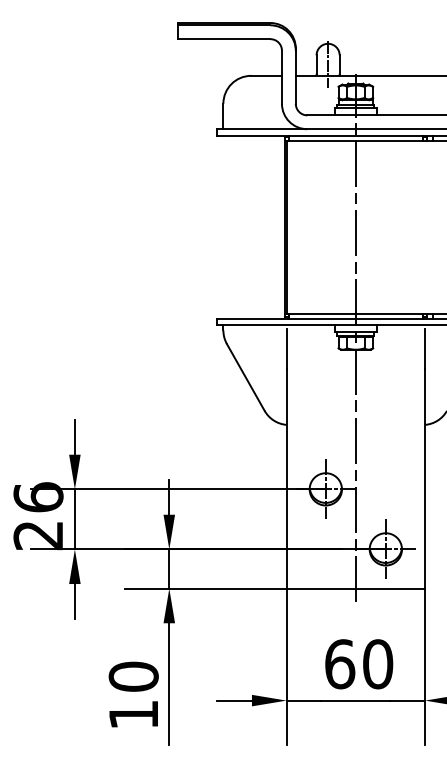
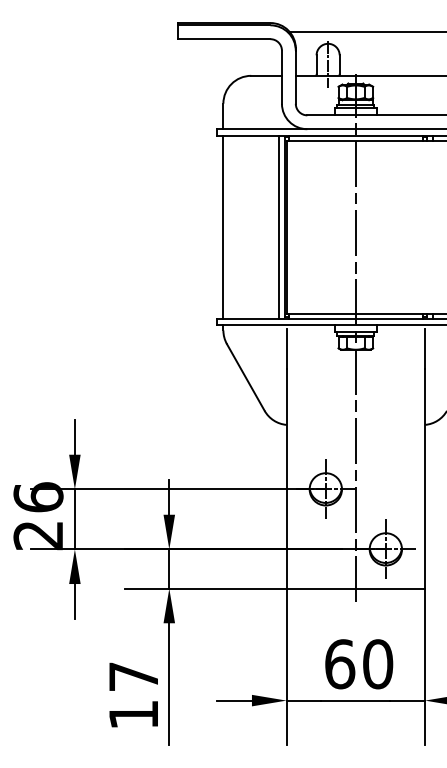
line at (366, 32): none -> present
line at (223, 227): none -> present
line at (279, 227): none -> present
text at (133, 676): 10 -> 17
